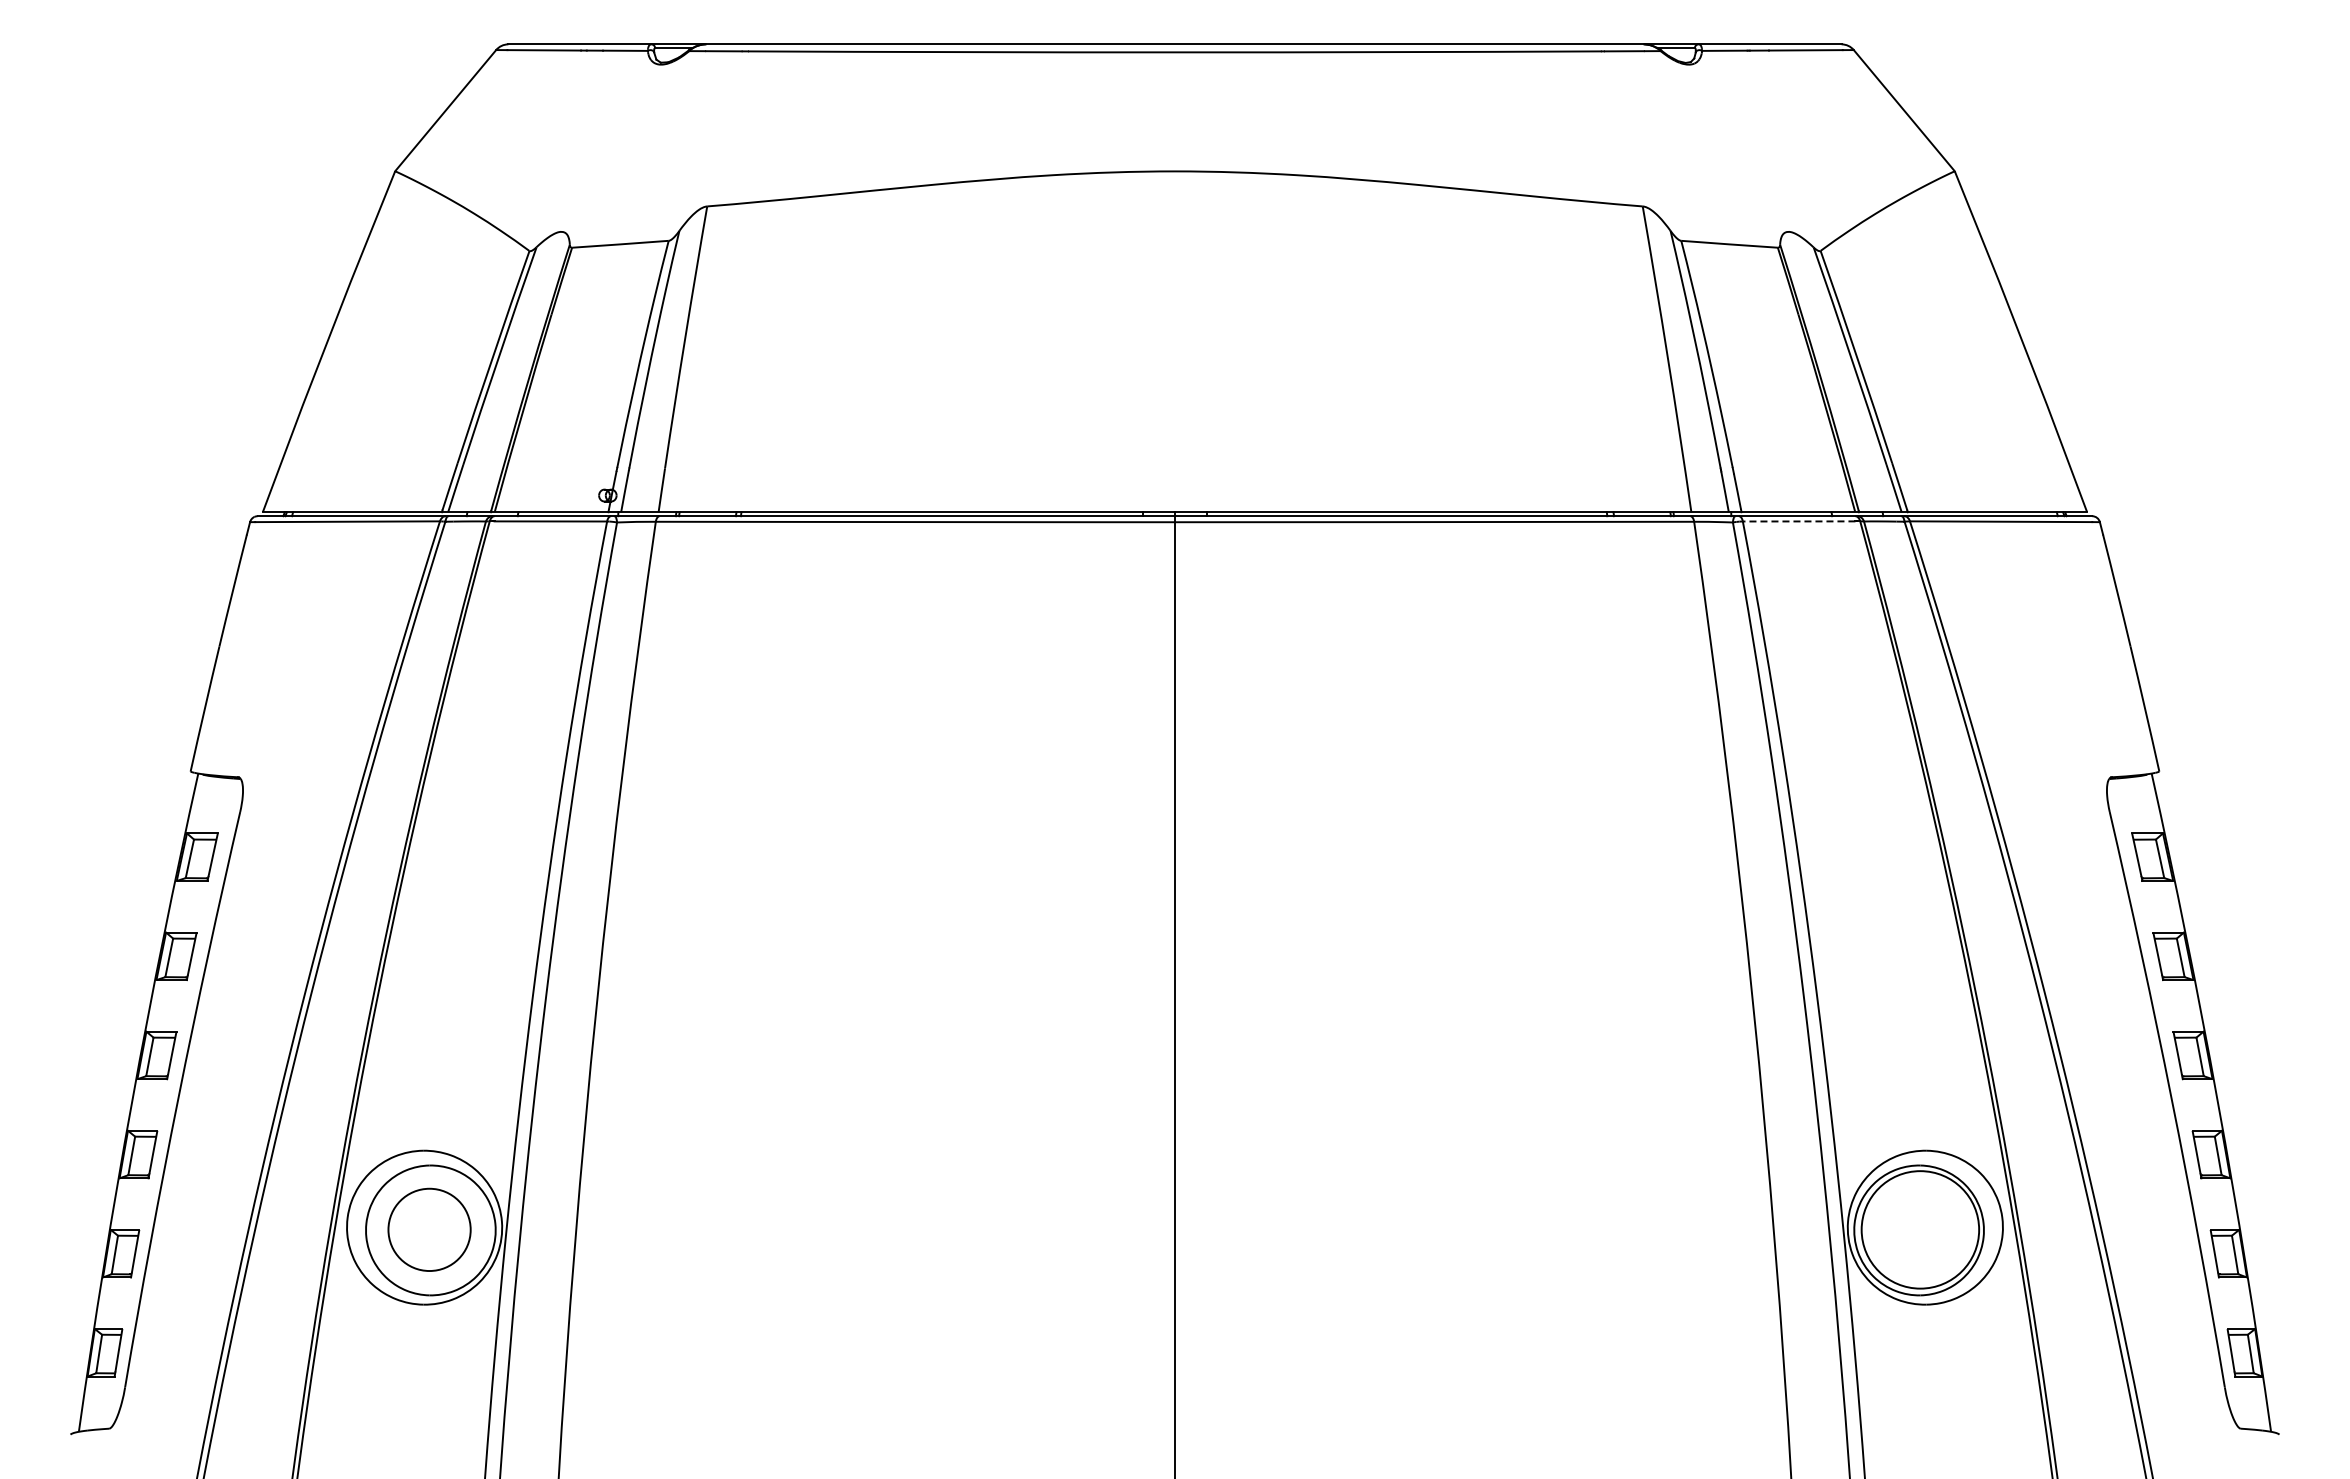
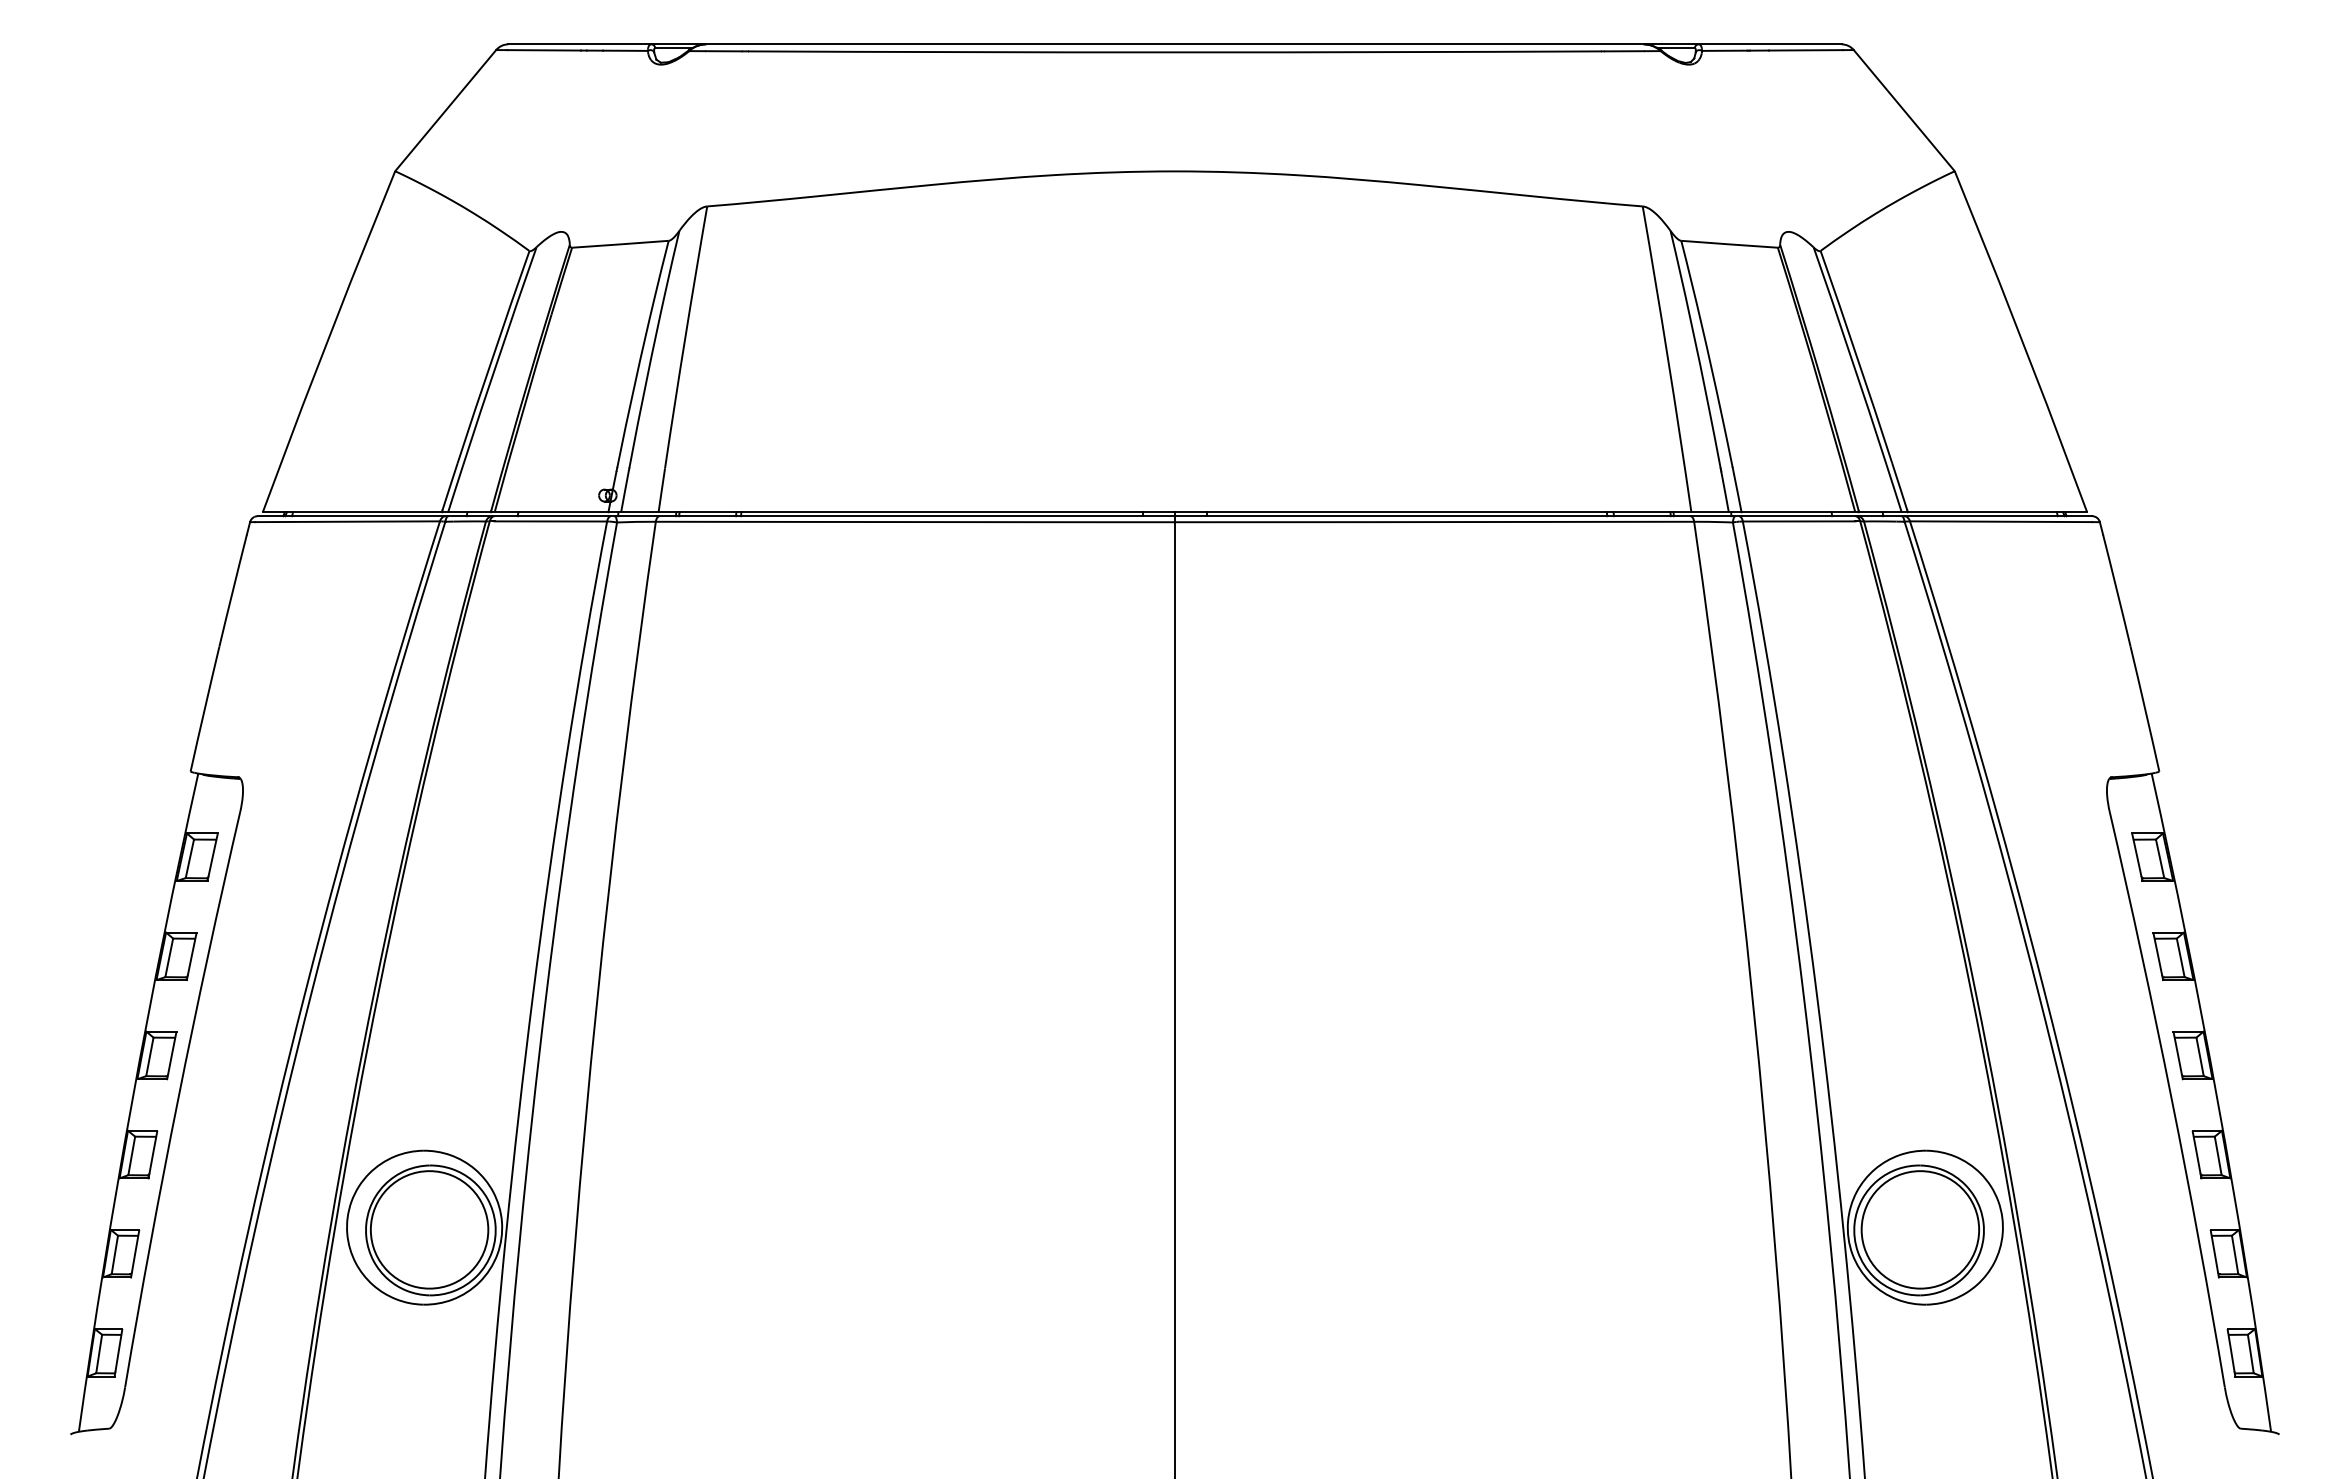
line at (1798, 521): dashed -> solid
circle at (429, 1229) diameter: 82 px -> 117 px
